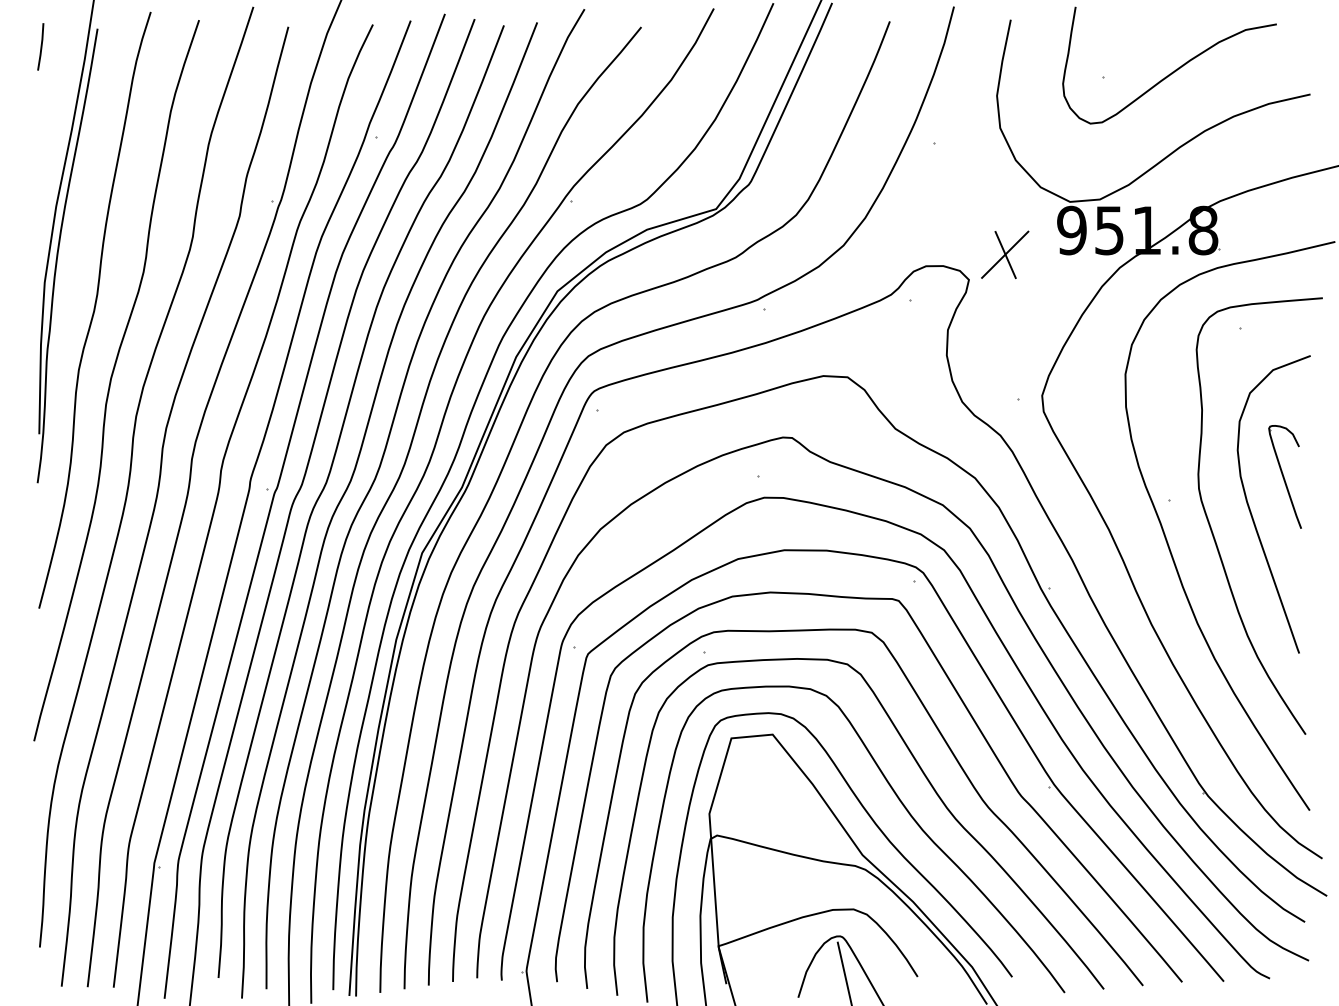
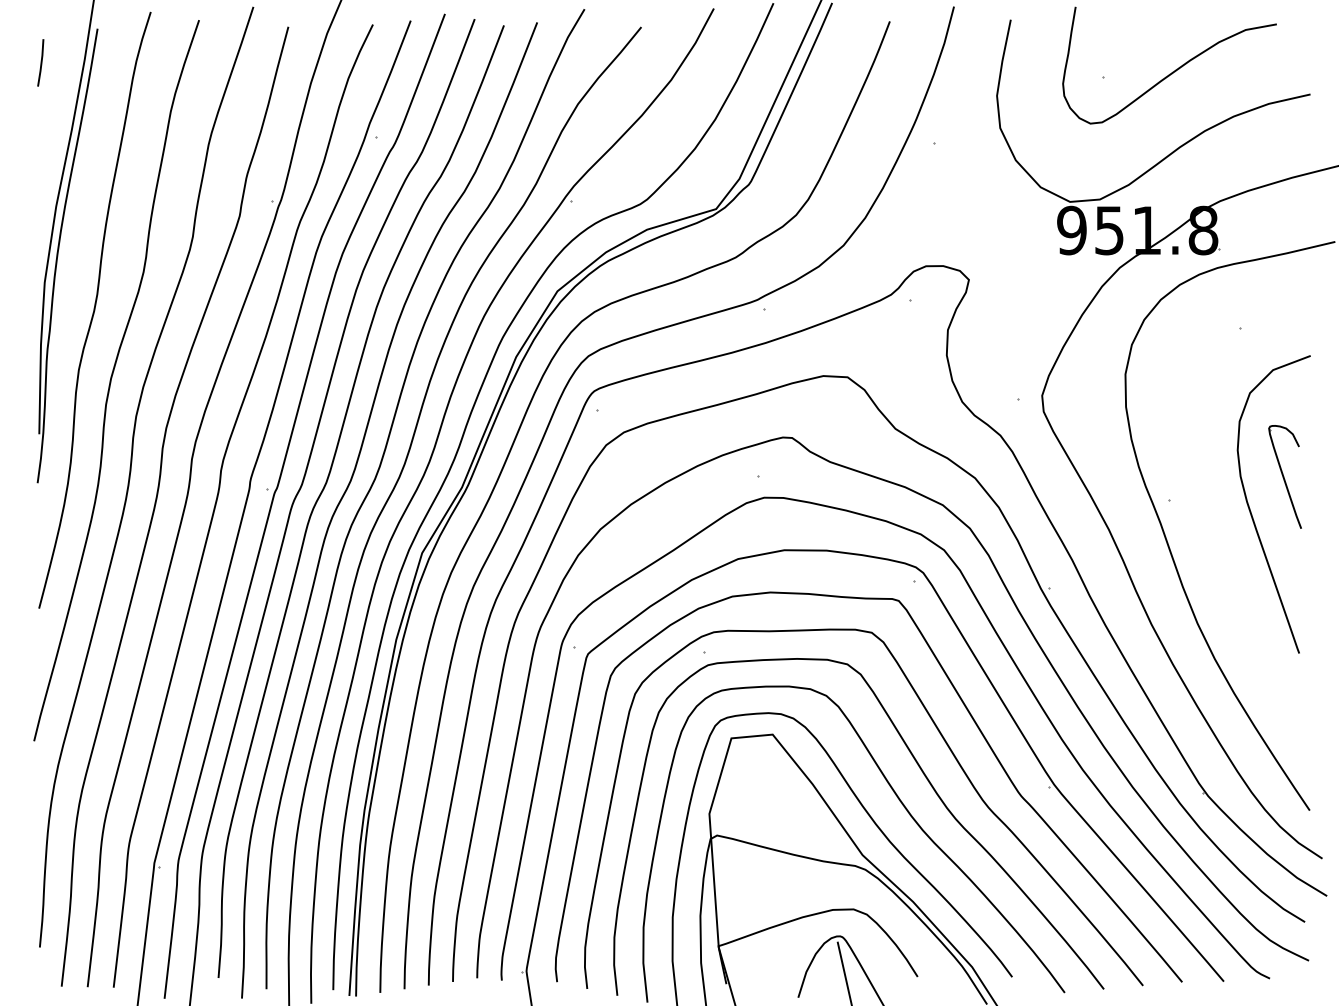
line at (40, 46) position: (40, 46) -> (40, 62)
part at (1005, 254): present -> none
curve at (1212, 529): present -> none
